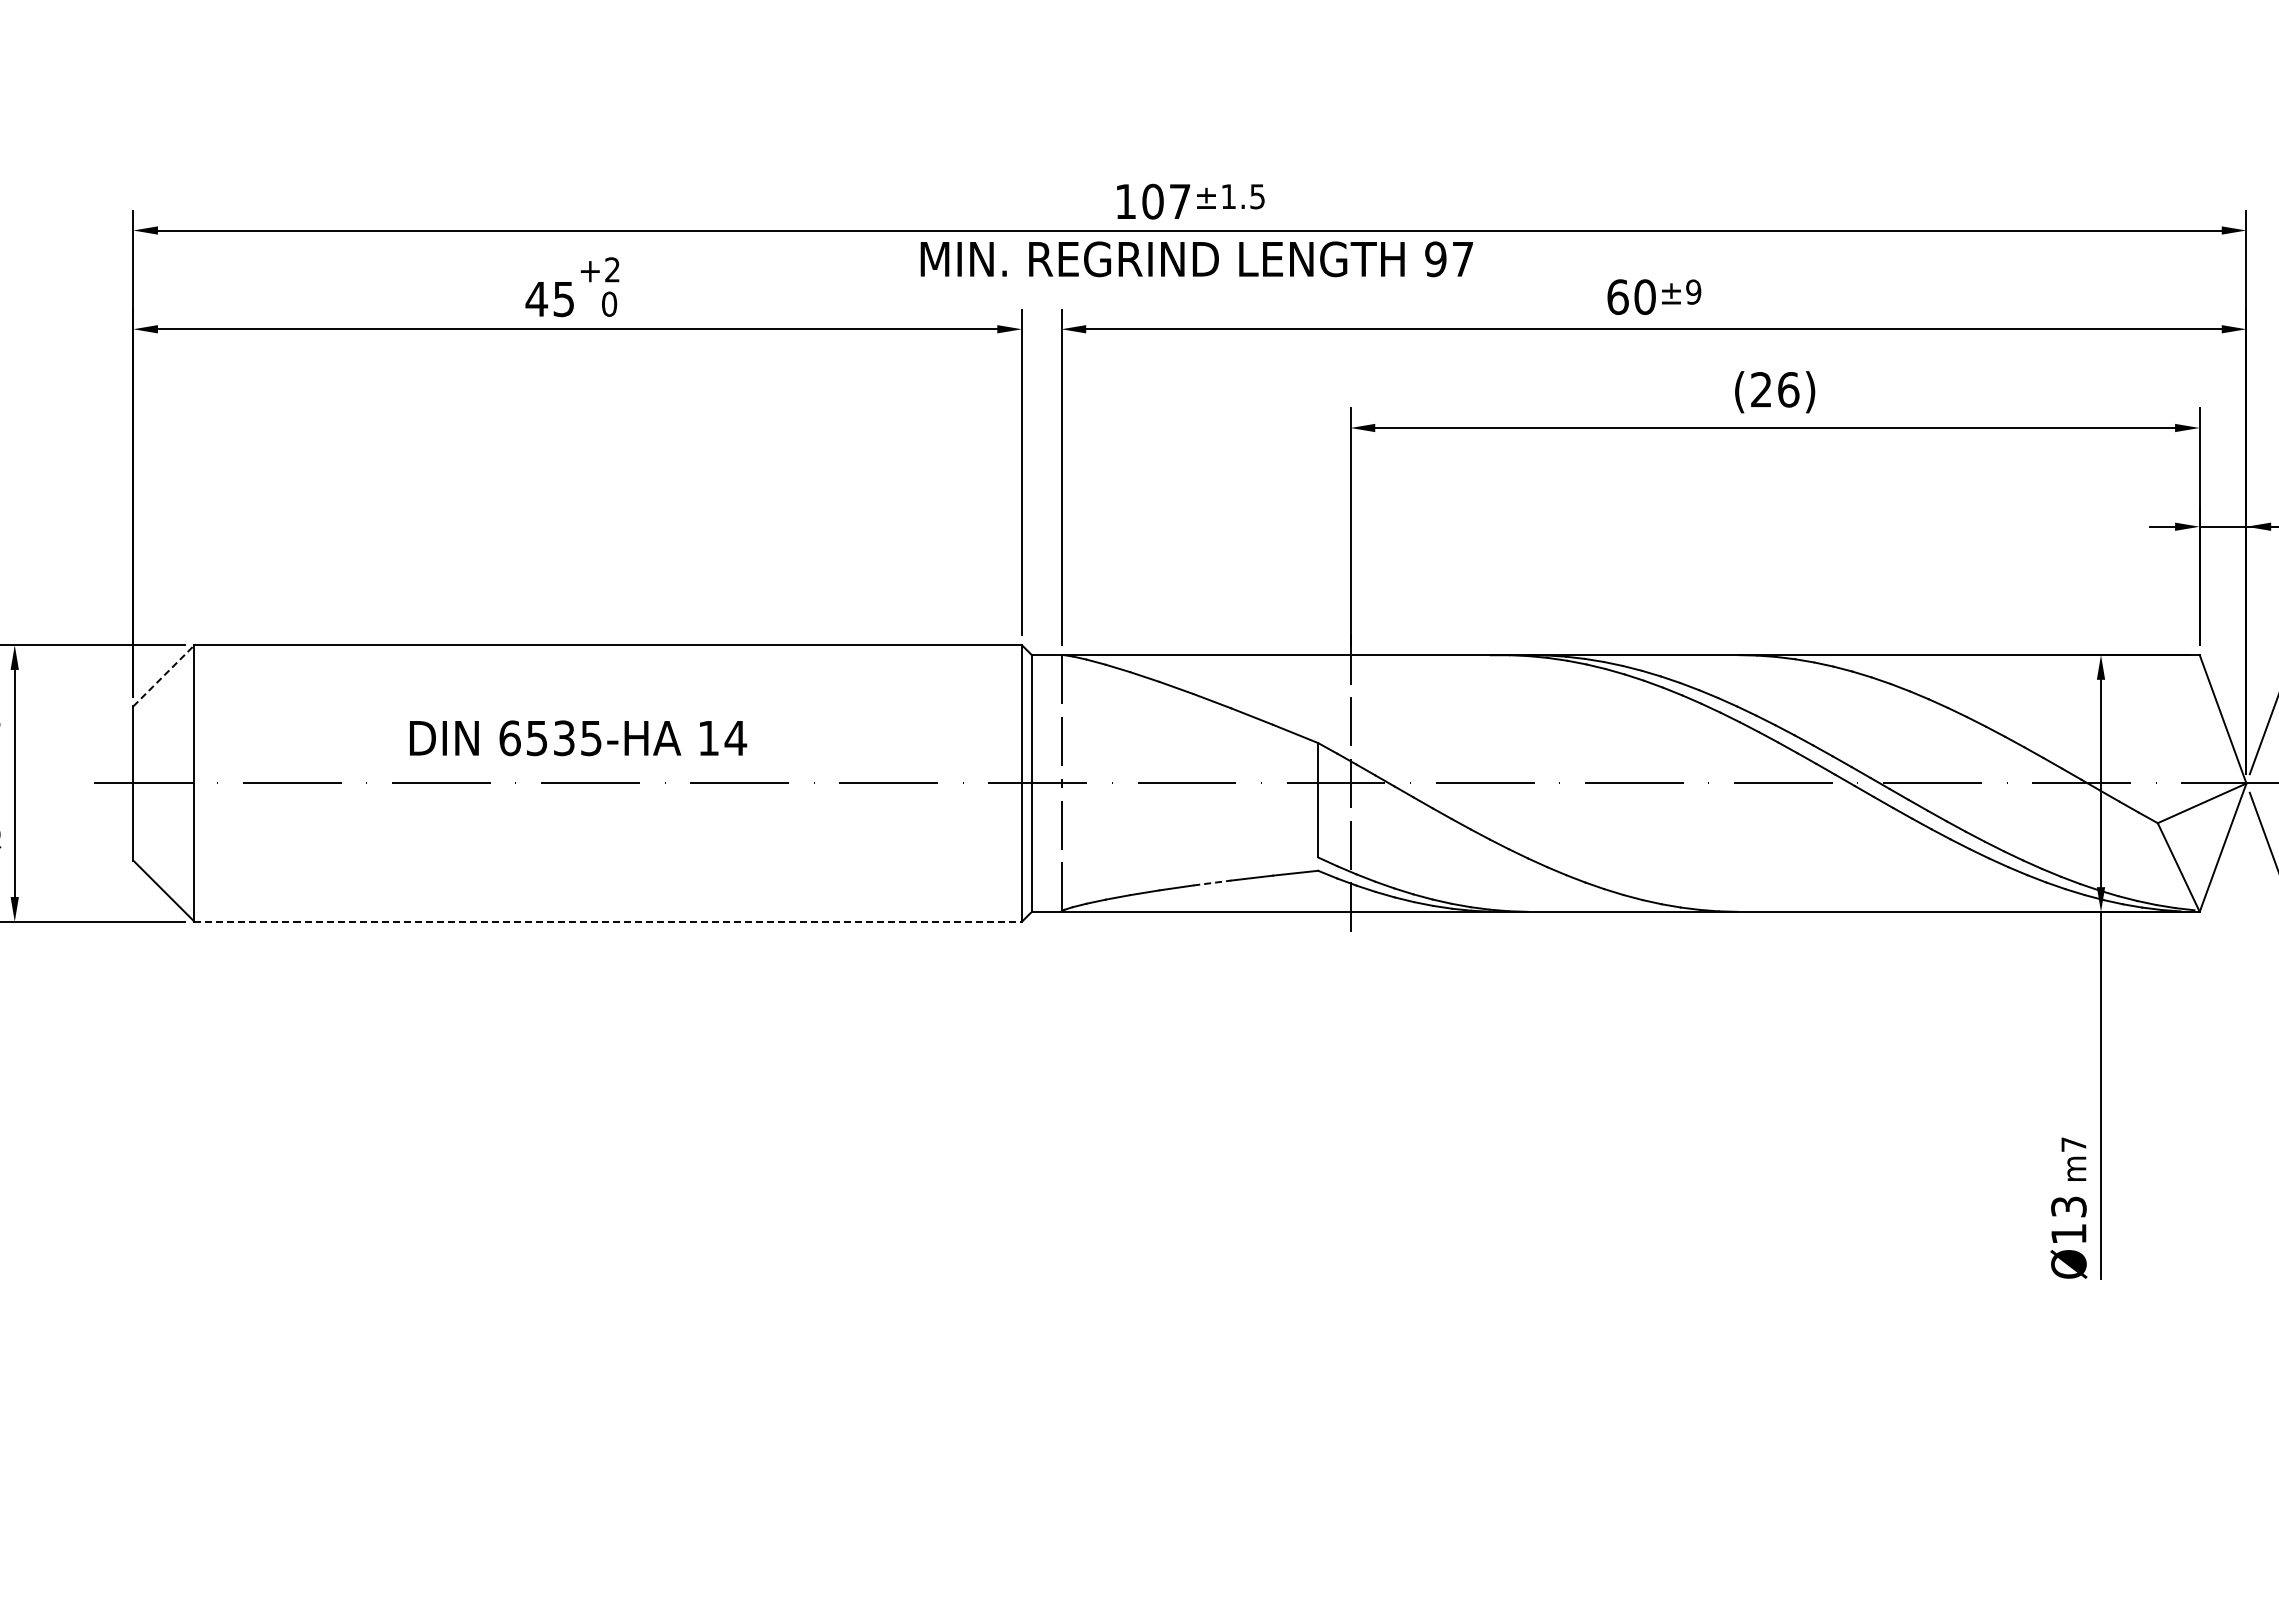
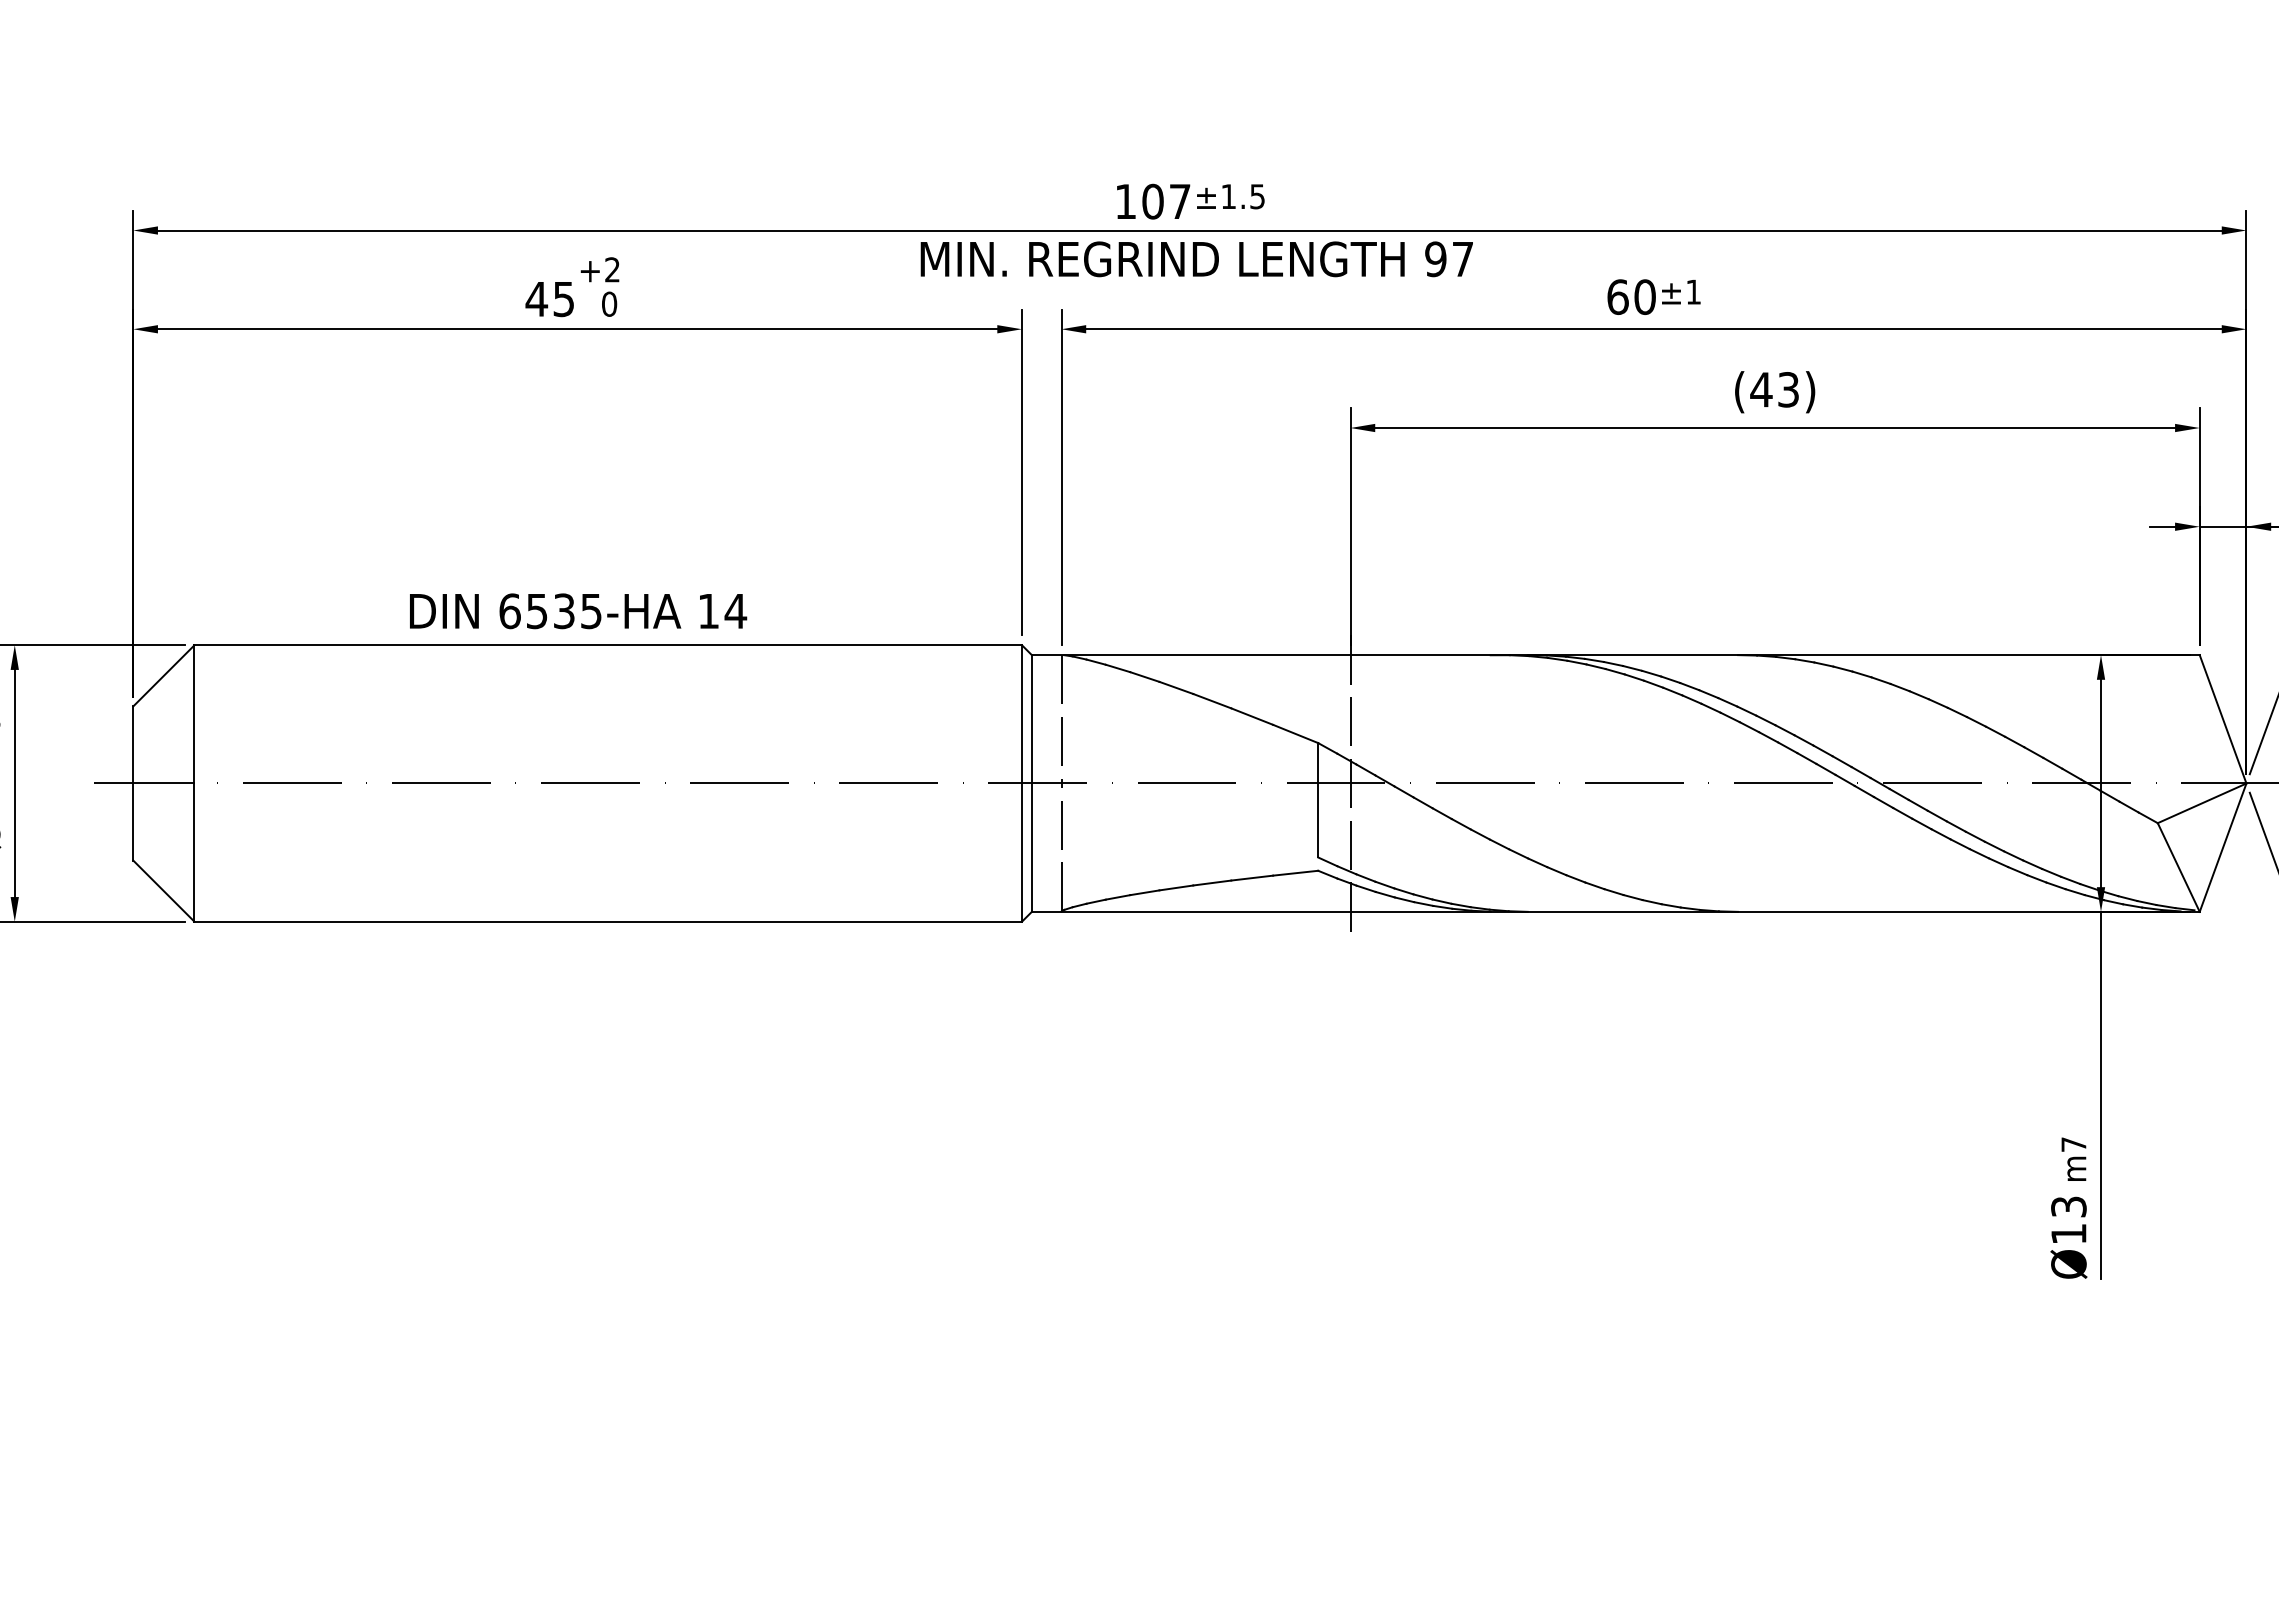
text at (1693, 291): ±9 -> ±1
text at (1774, 389): (26) -> (43)
line at (164, 675): dashed -> solid
text at (578, 738) position: (578, 738) -> (578, 611)
line at (1212, 882): dashed -> solid
line at (608, 921): dashed -> solid
